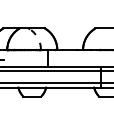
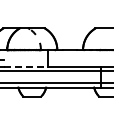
line at (26, 66): solid -> dashed
